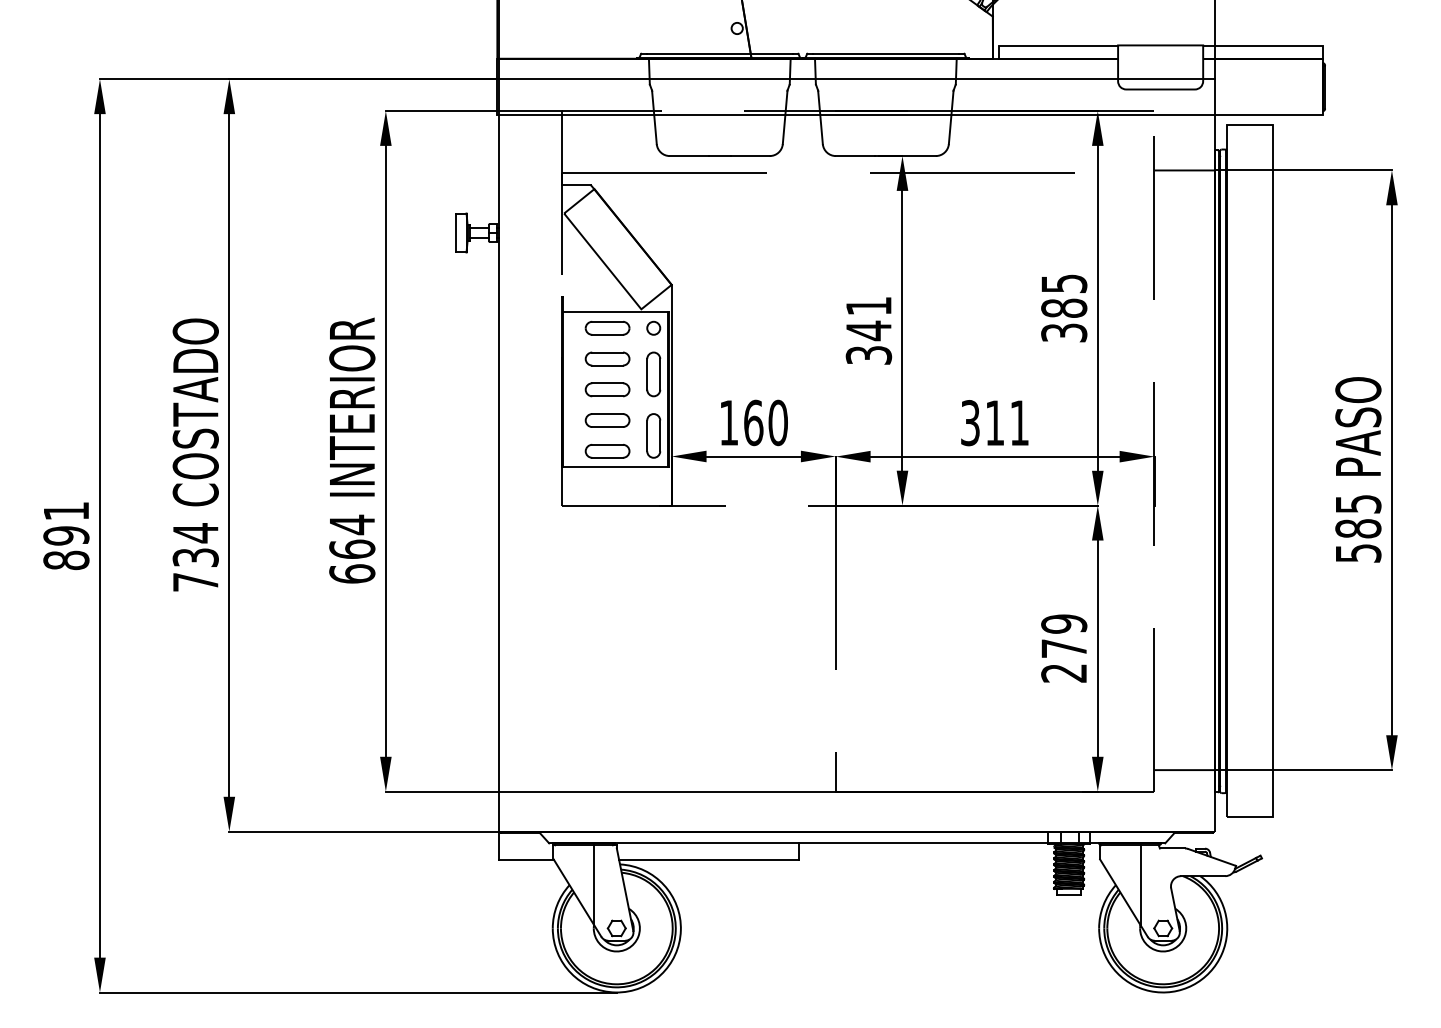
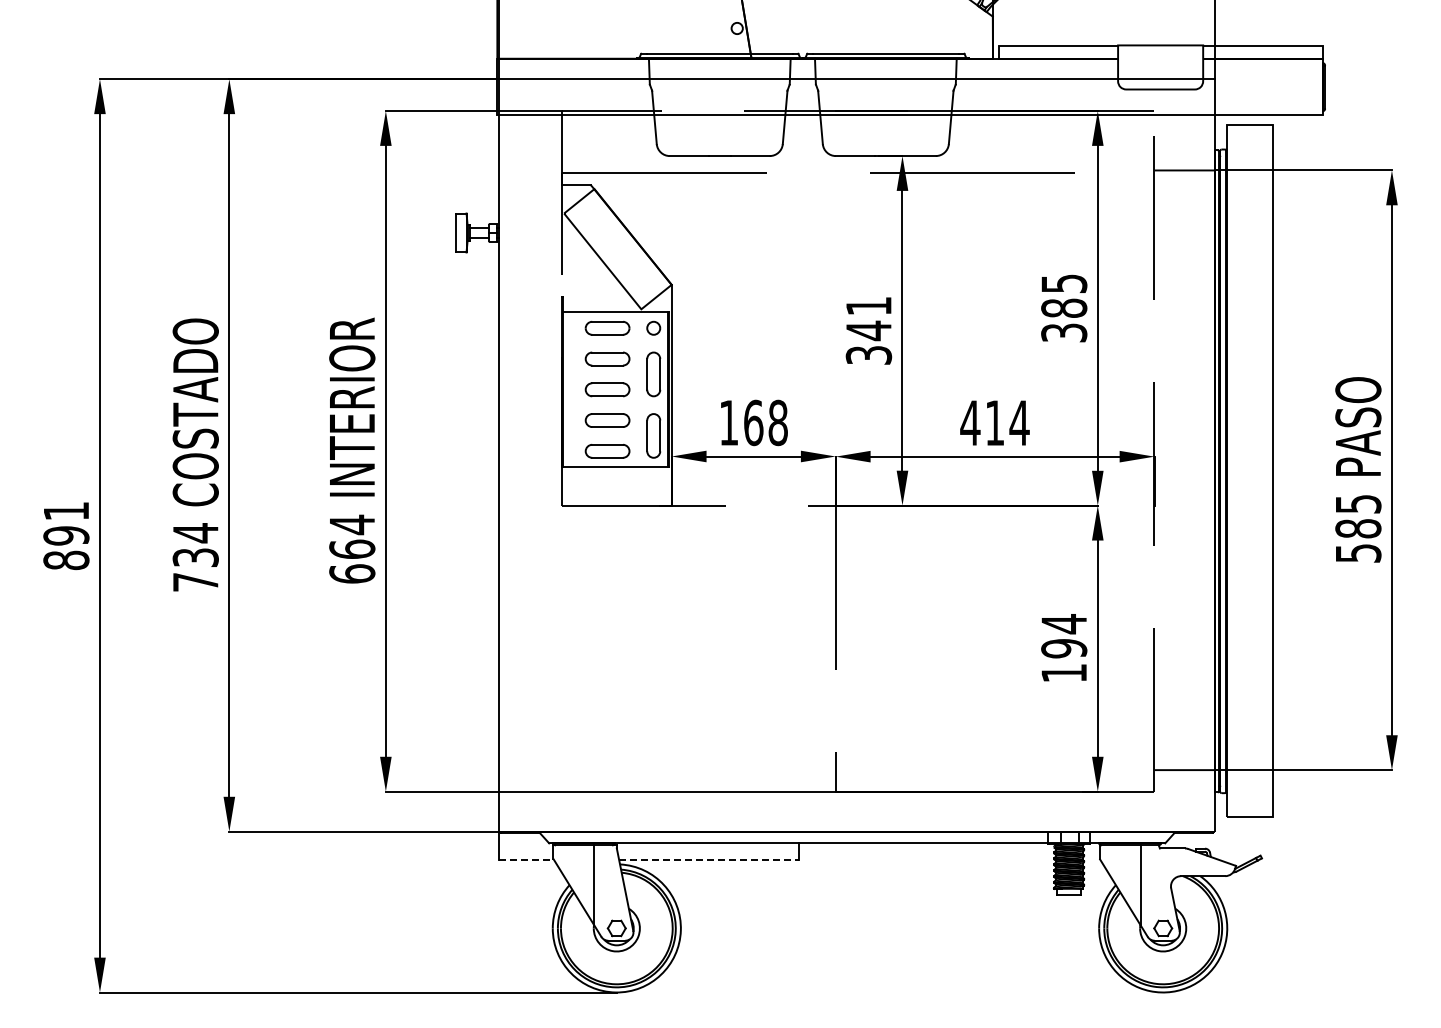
text at (777, 422): 160 -> 168
text at (994, 423): 311 -> 414
text at (1064, 648): 279 -> 194
line at (527, 859): solid -> dashed
line at (709, 859): solid -> dashed
